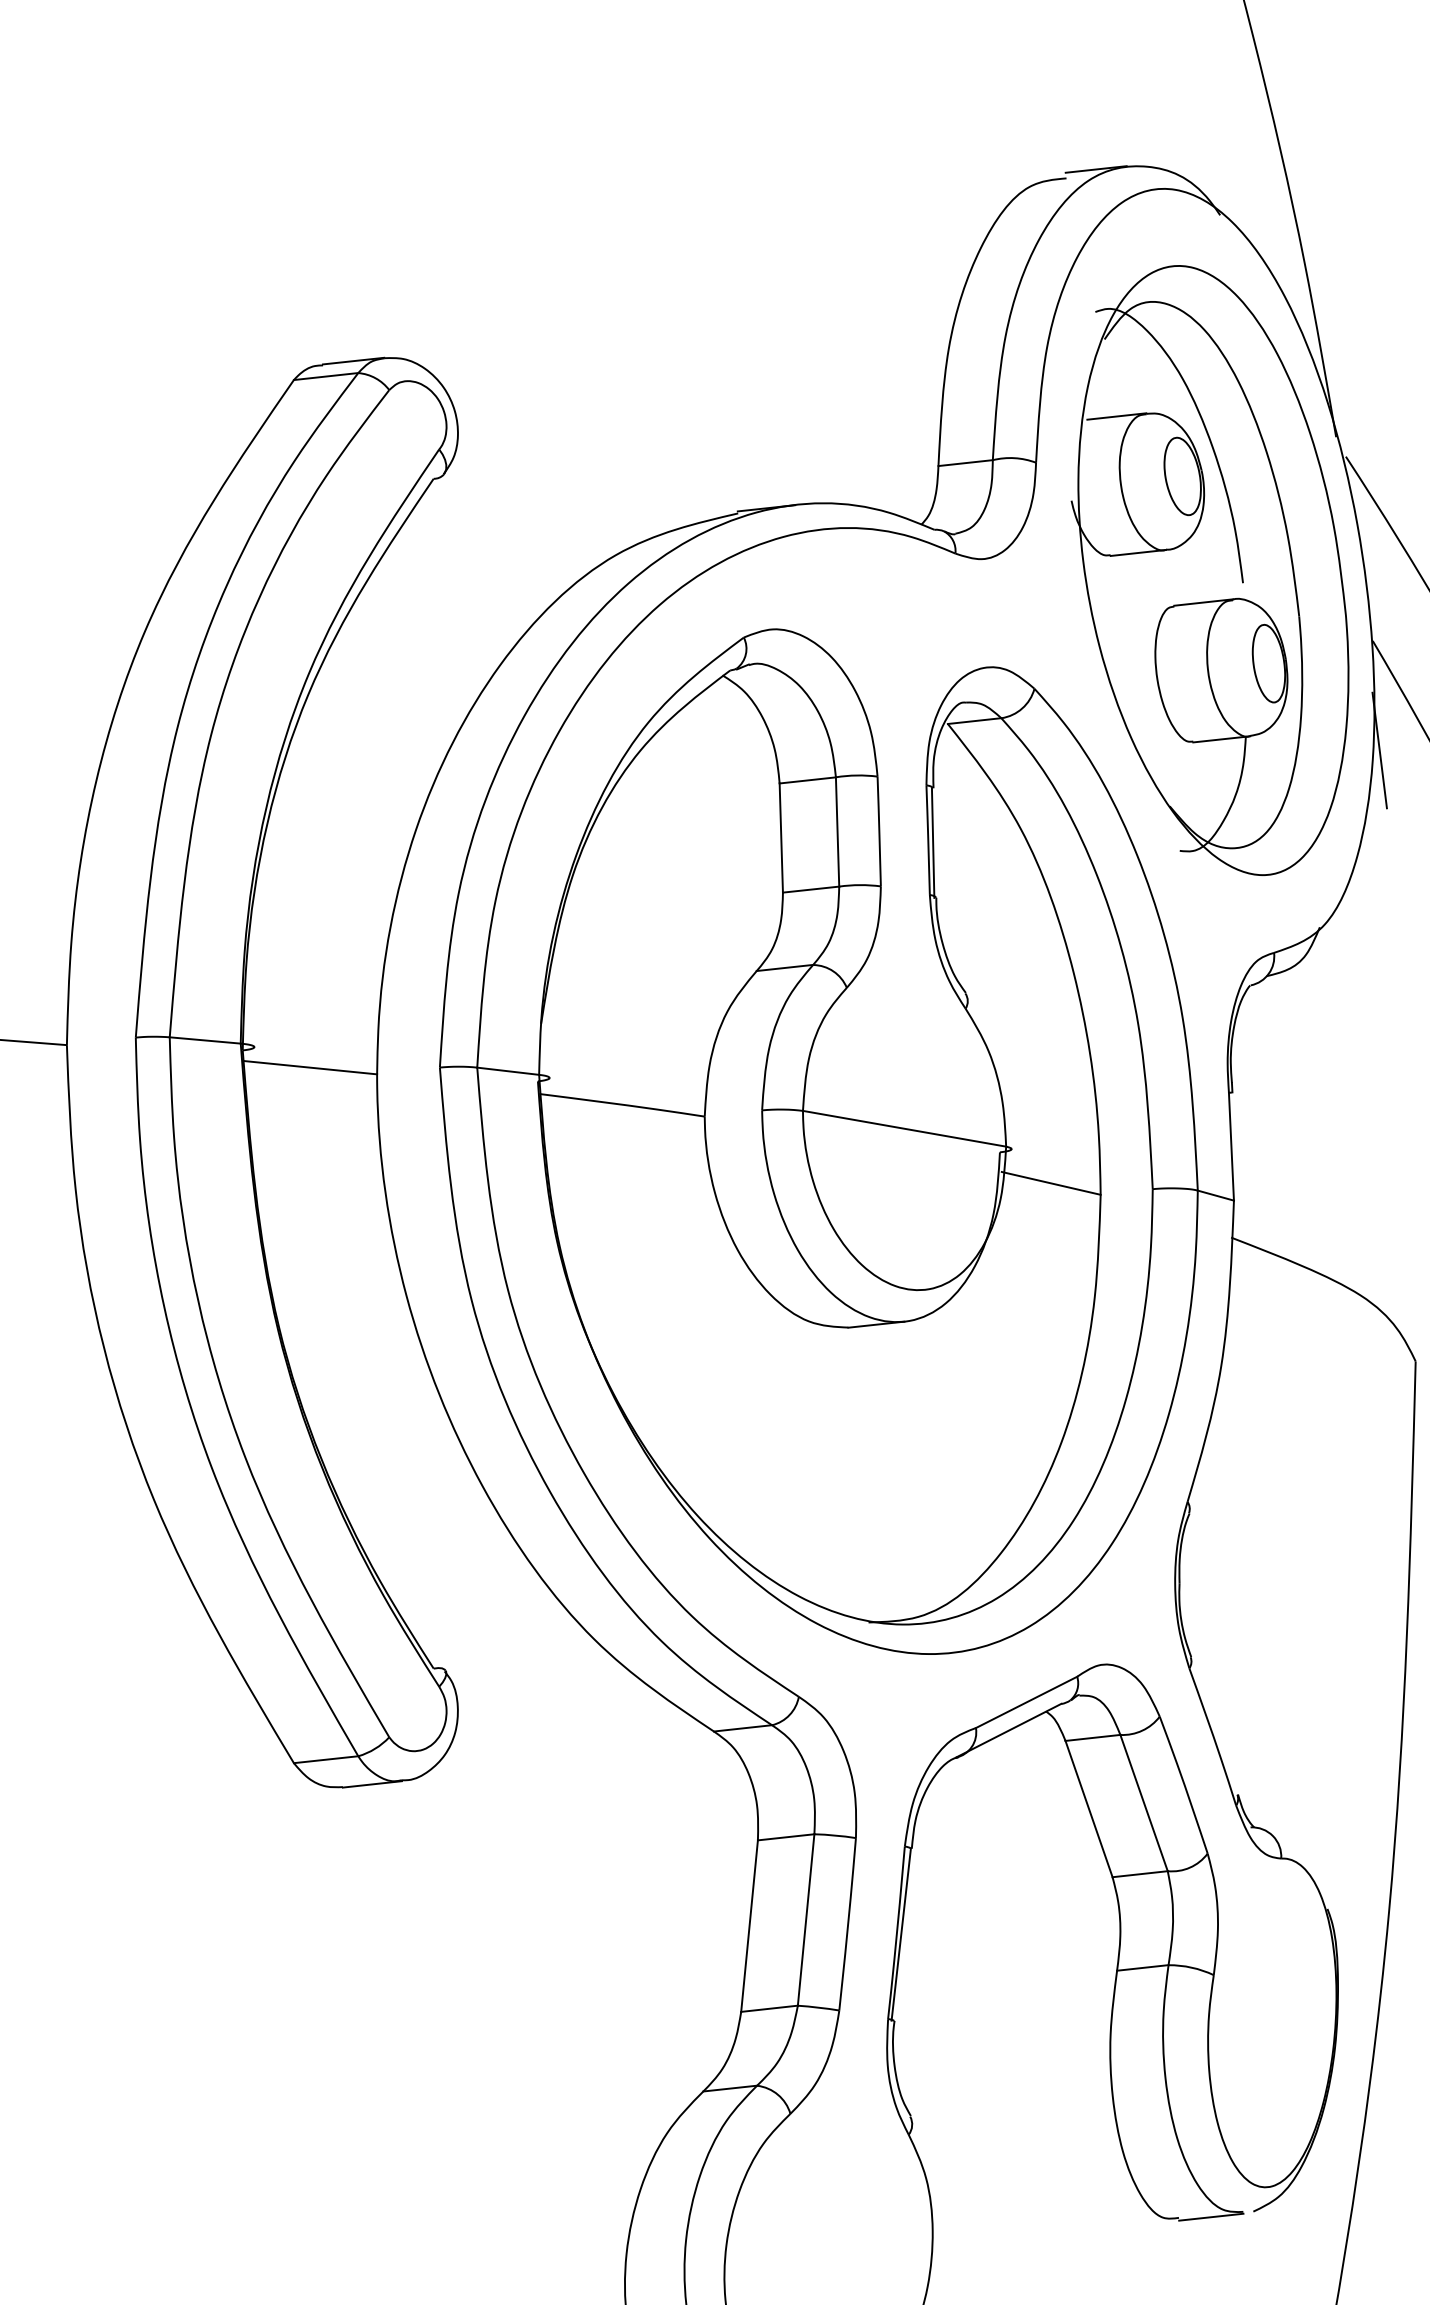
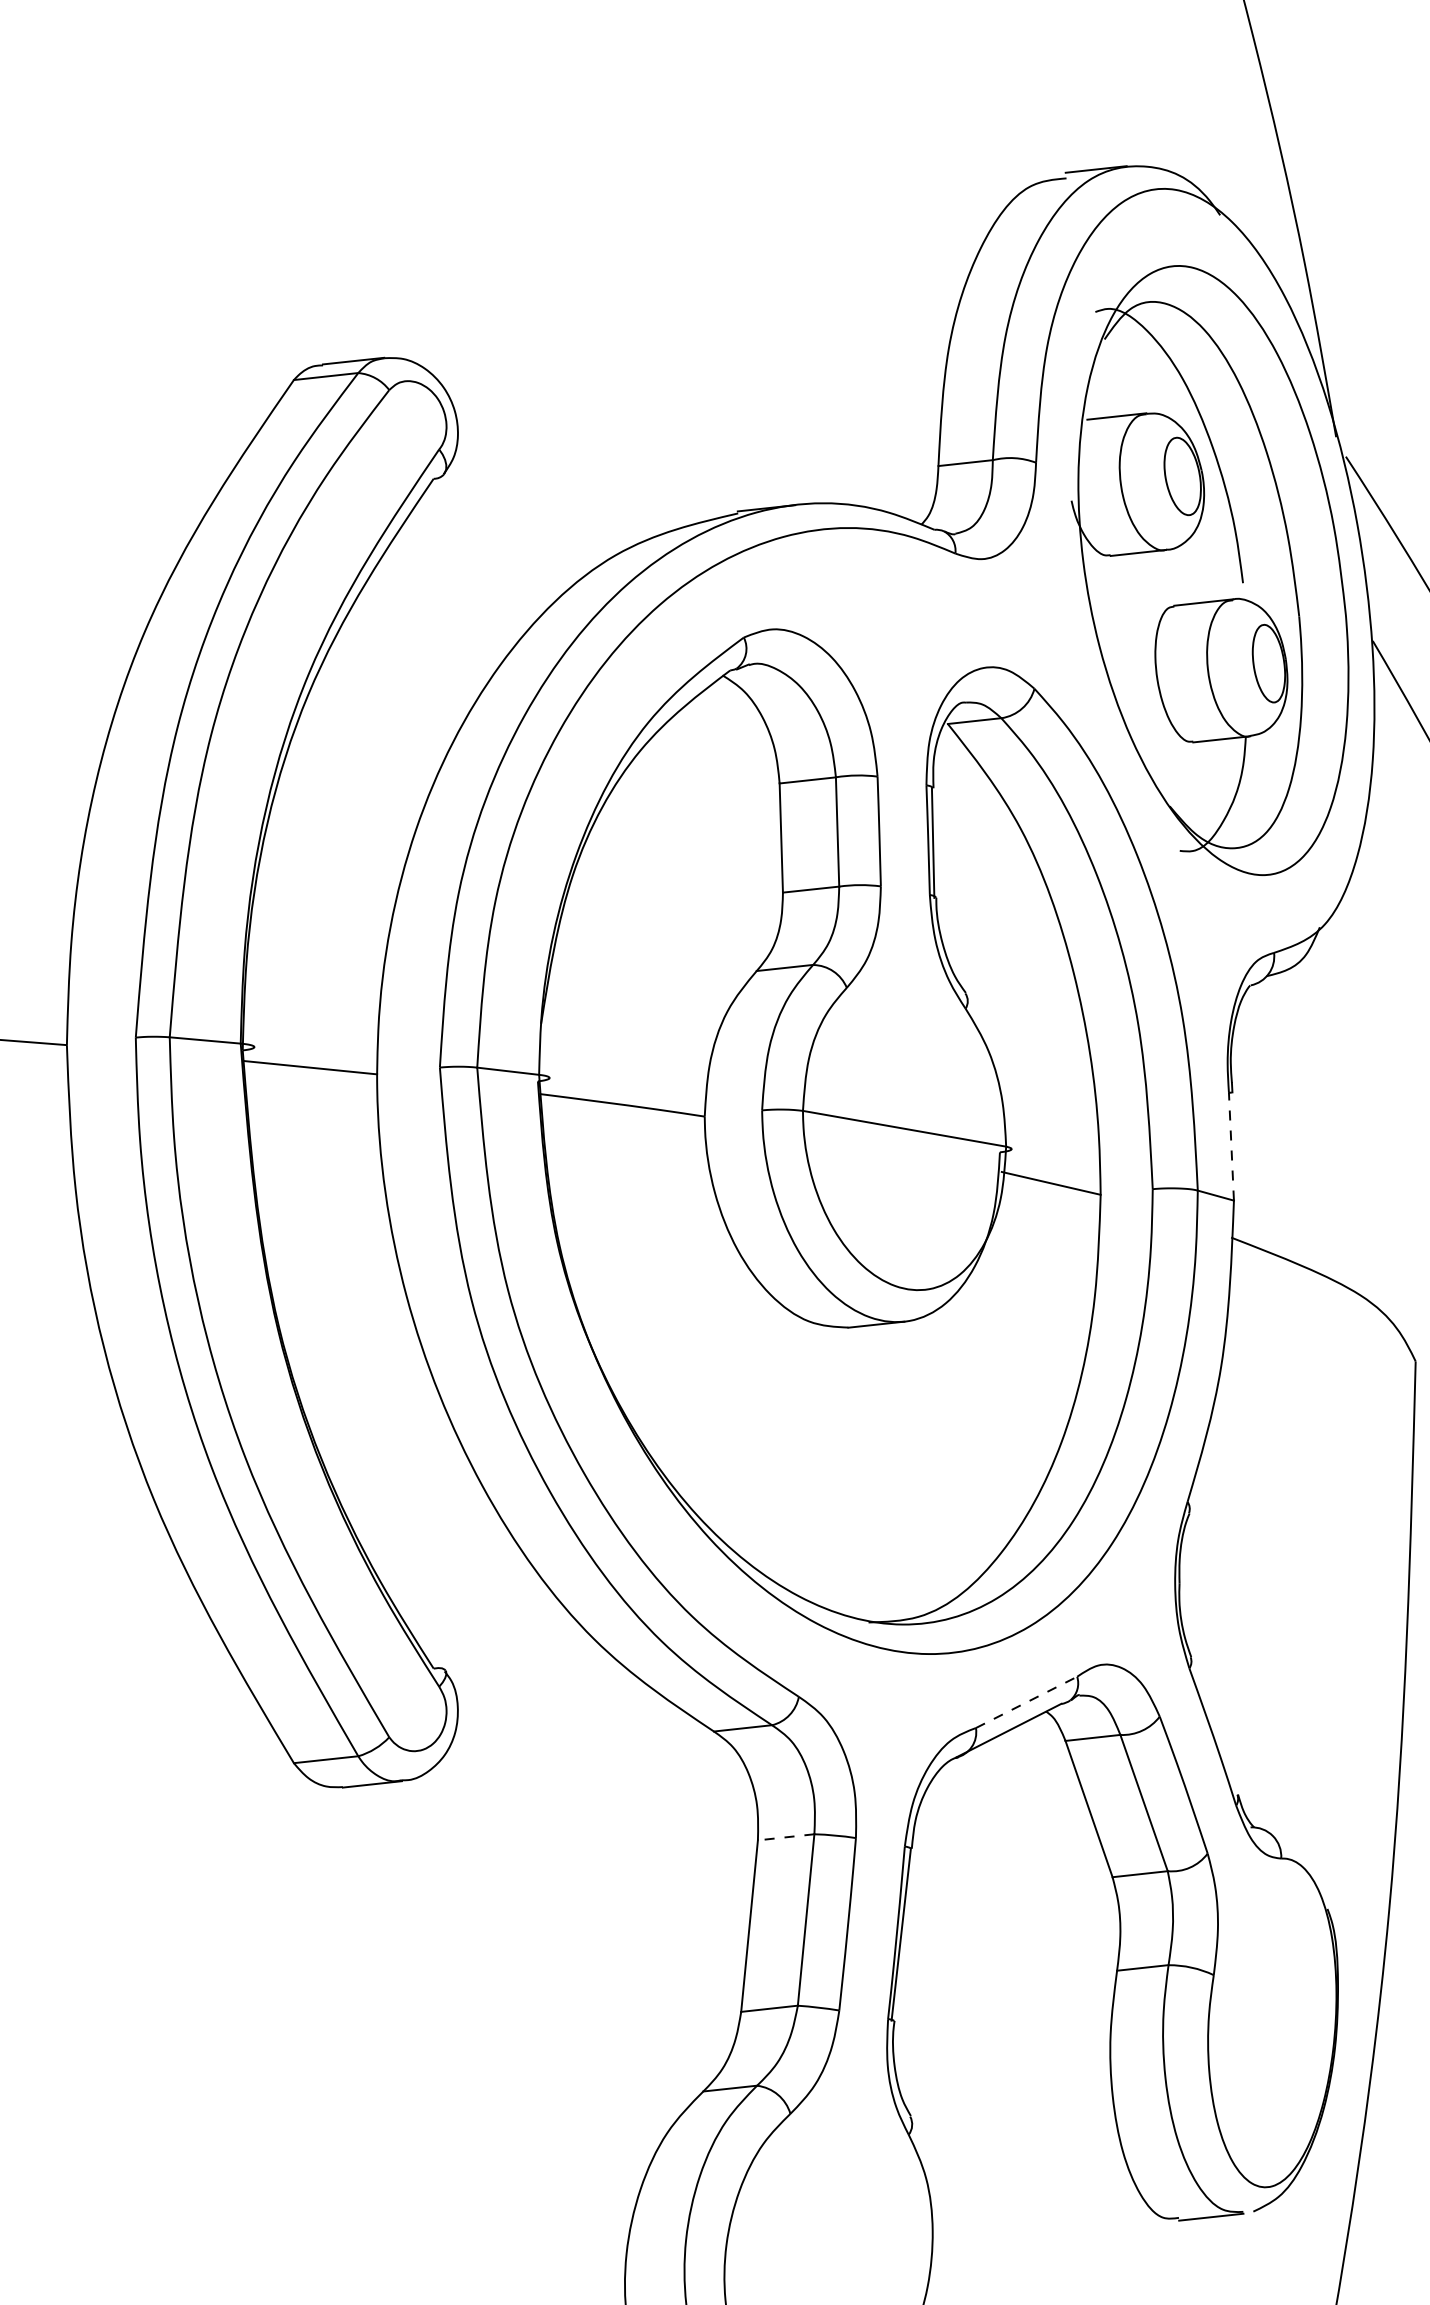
line at (1379, 750): present -> none
line at (1231, 1146): solid -> dashed
line at (1026, 1702): solid -> dashed
line at (785, 1837): solid -> dashed
